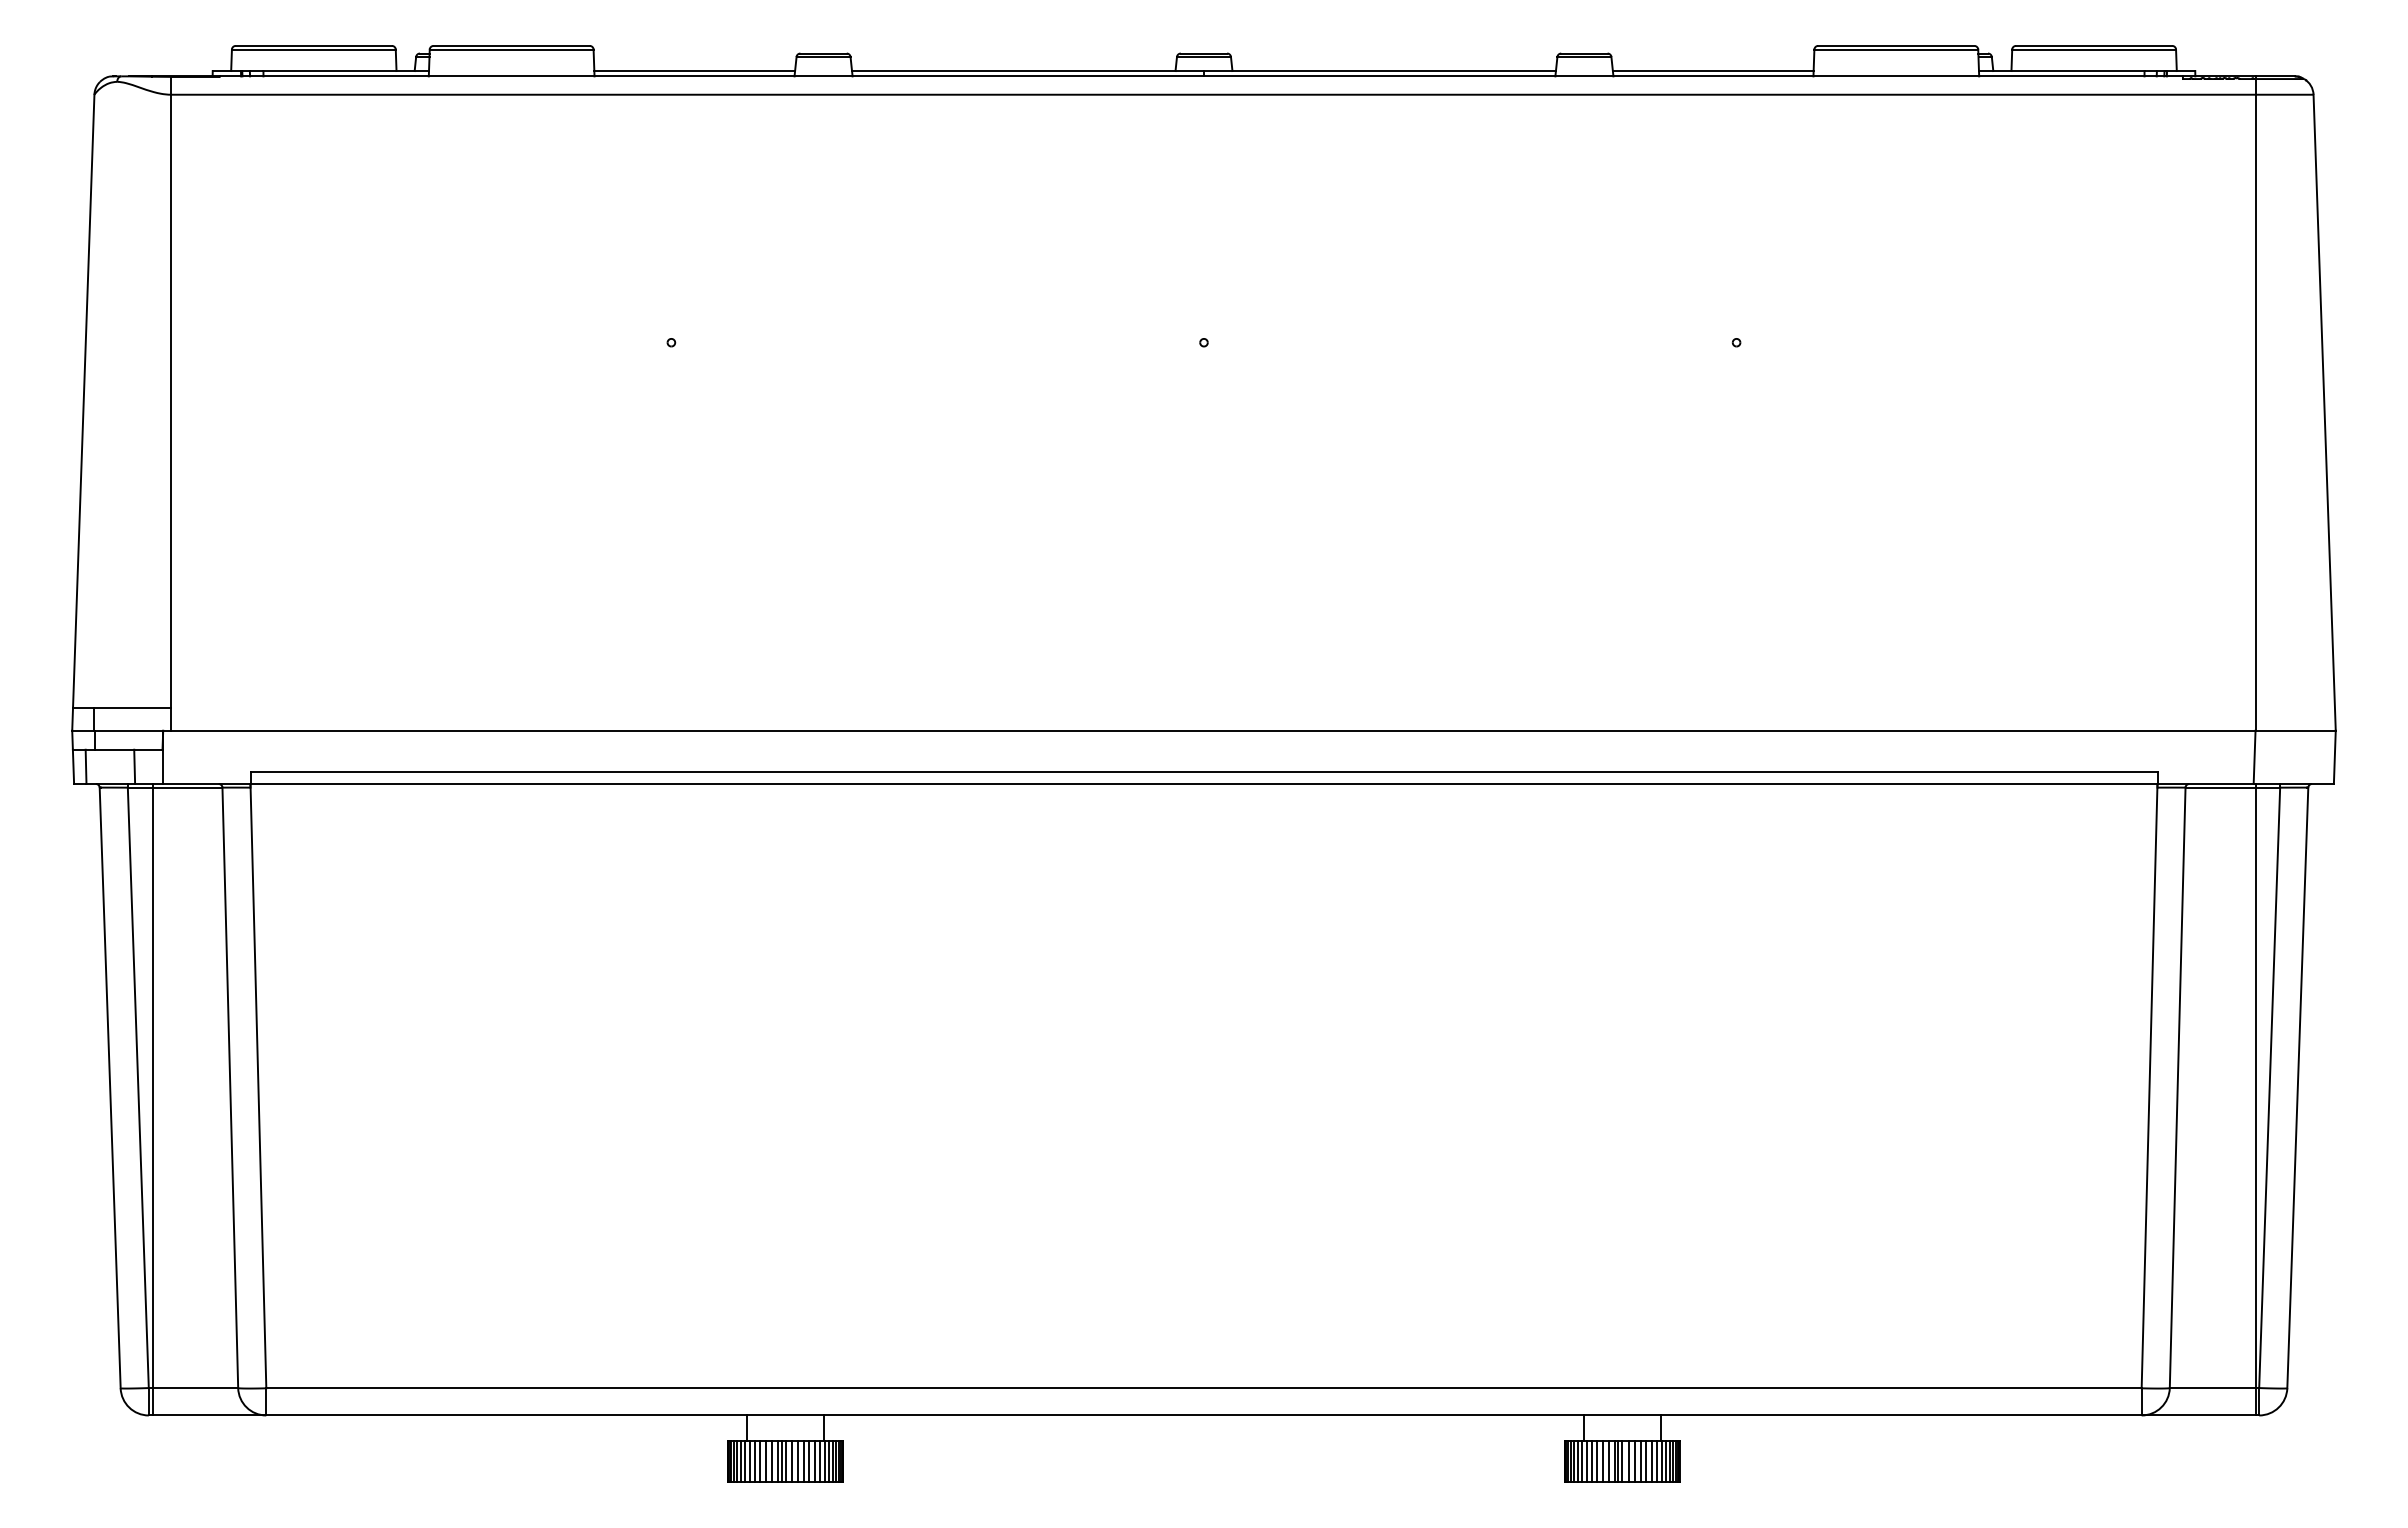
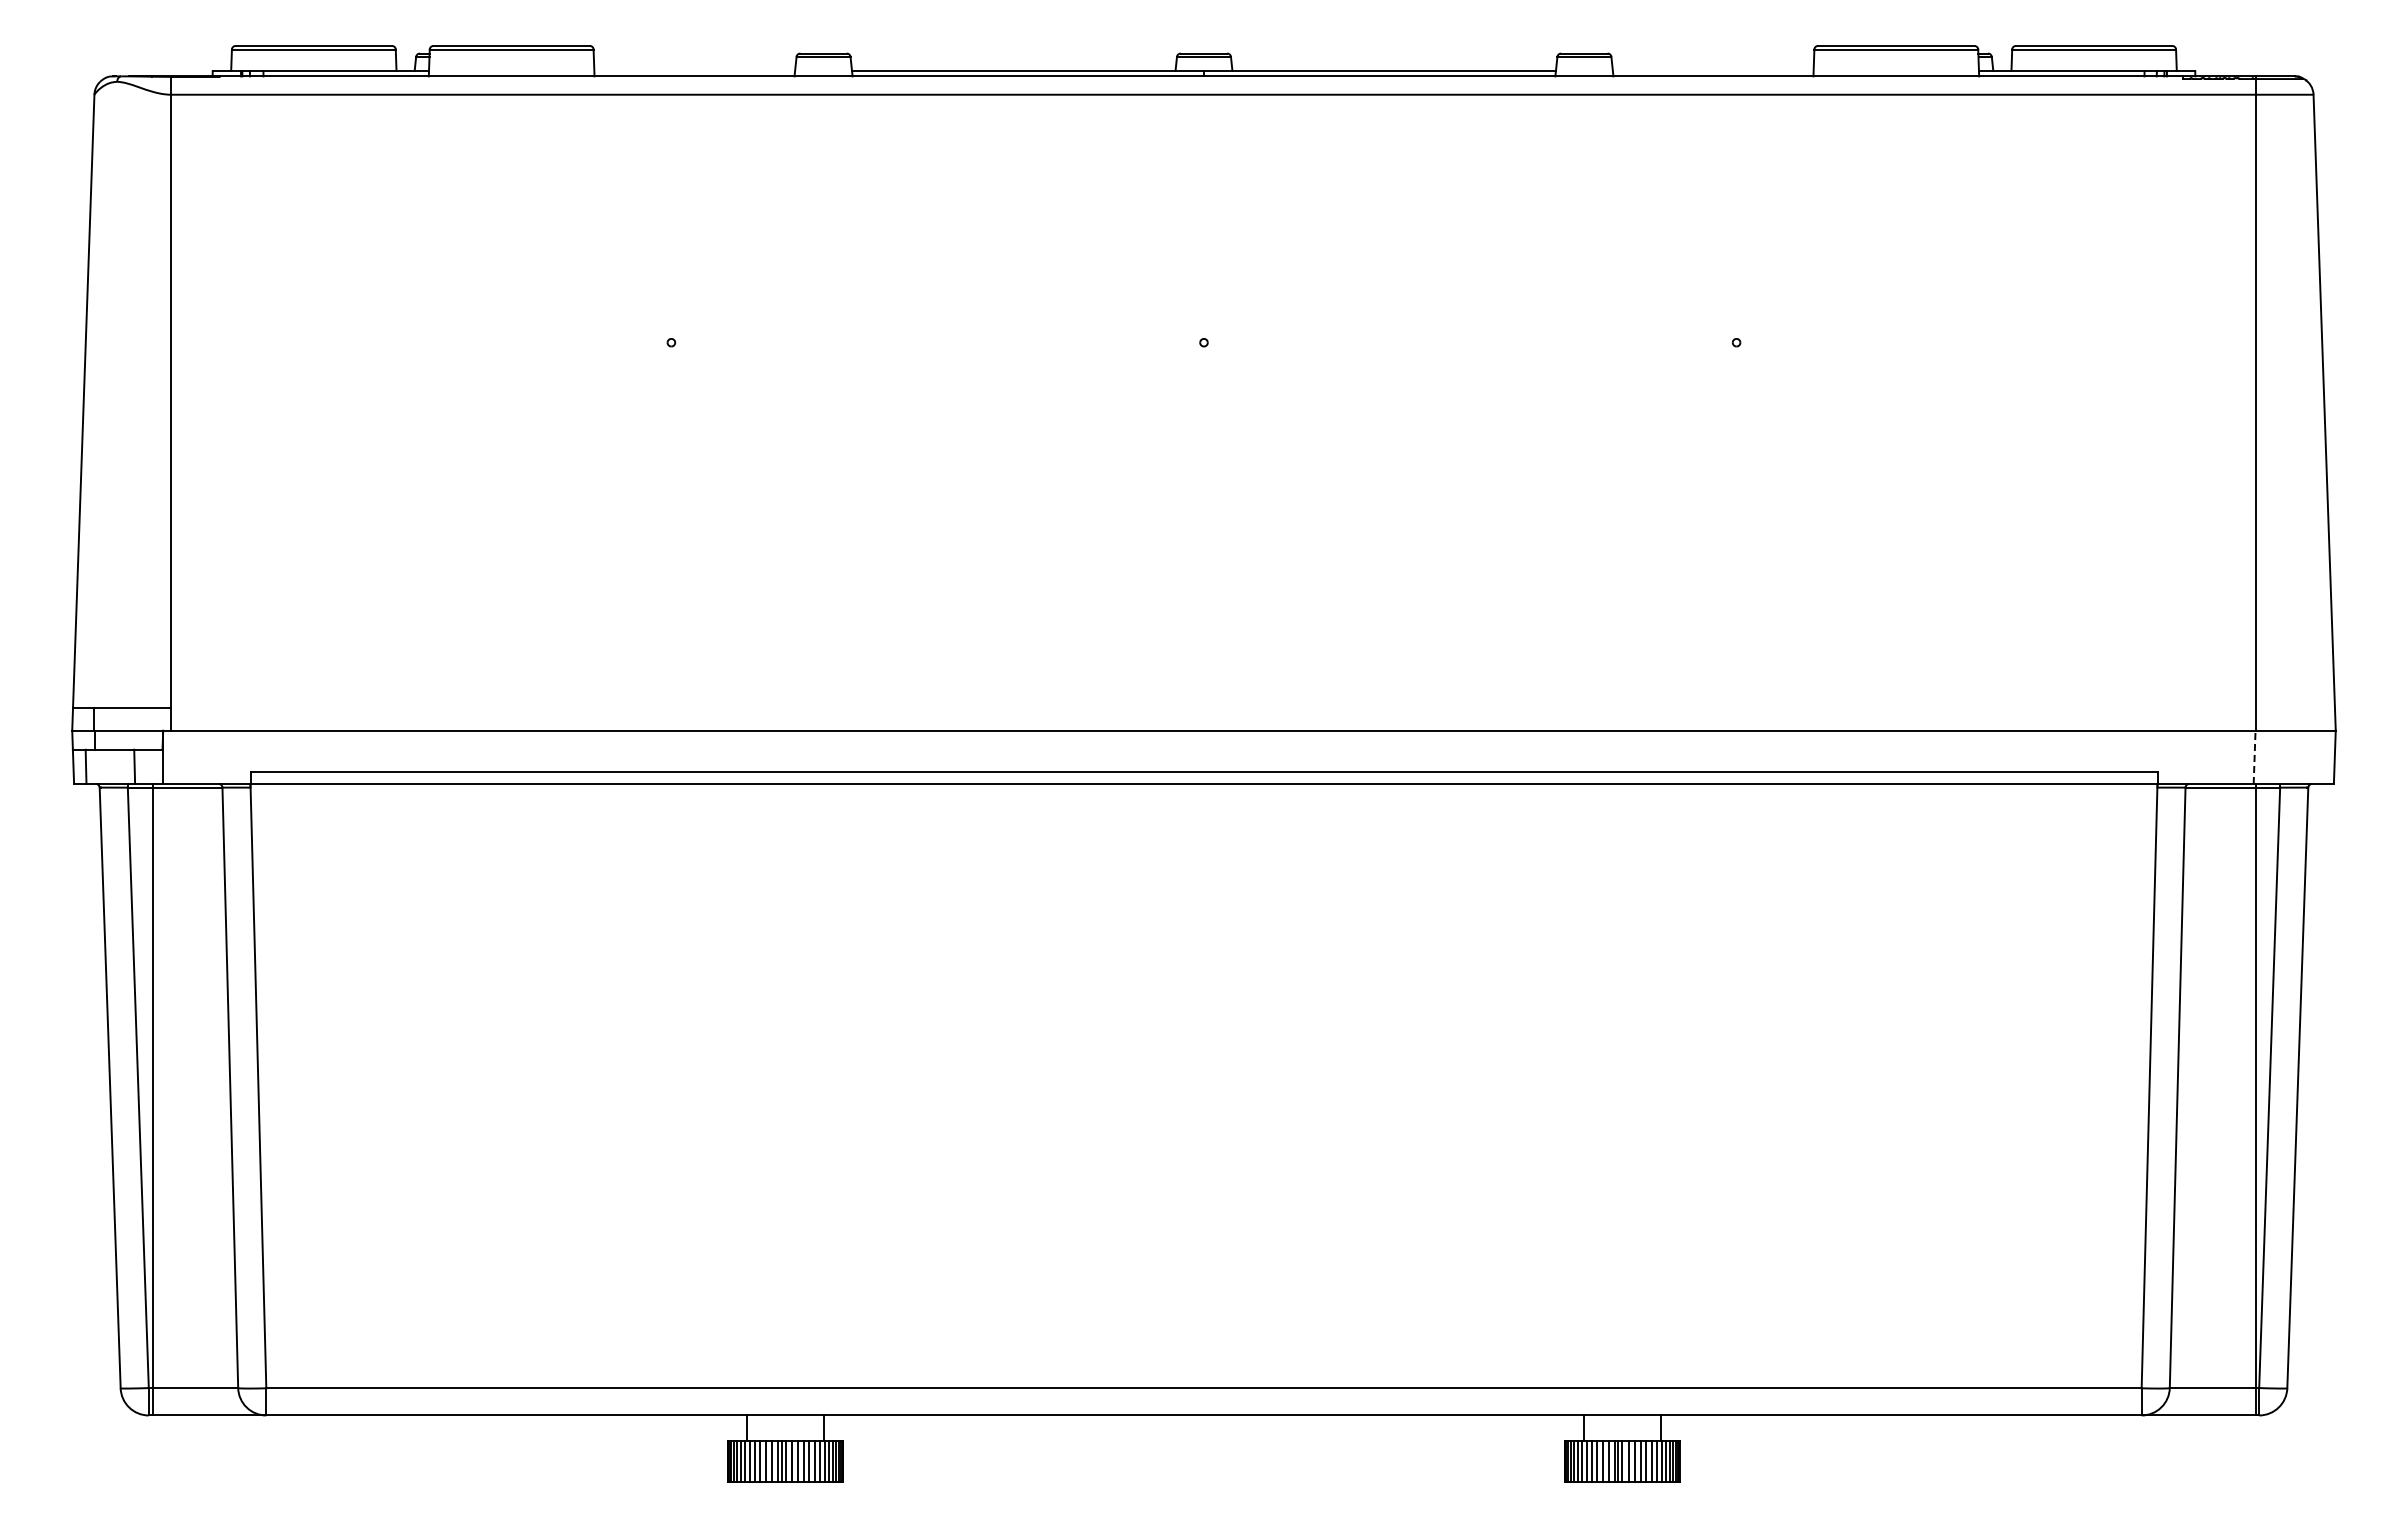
line at (694, 71): present -> none
line at (1712, 71): present -> none
line at (2254, 757): solid -> dashed
